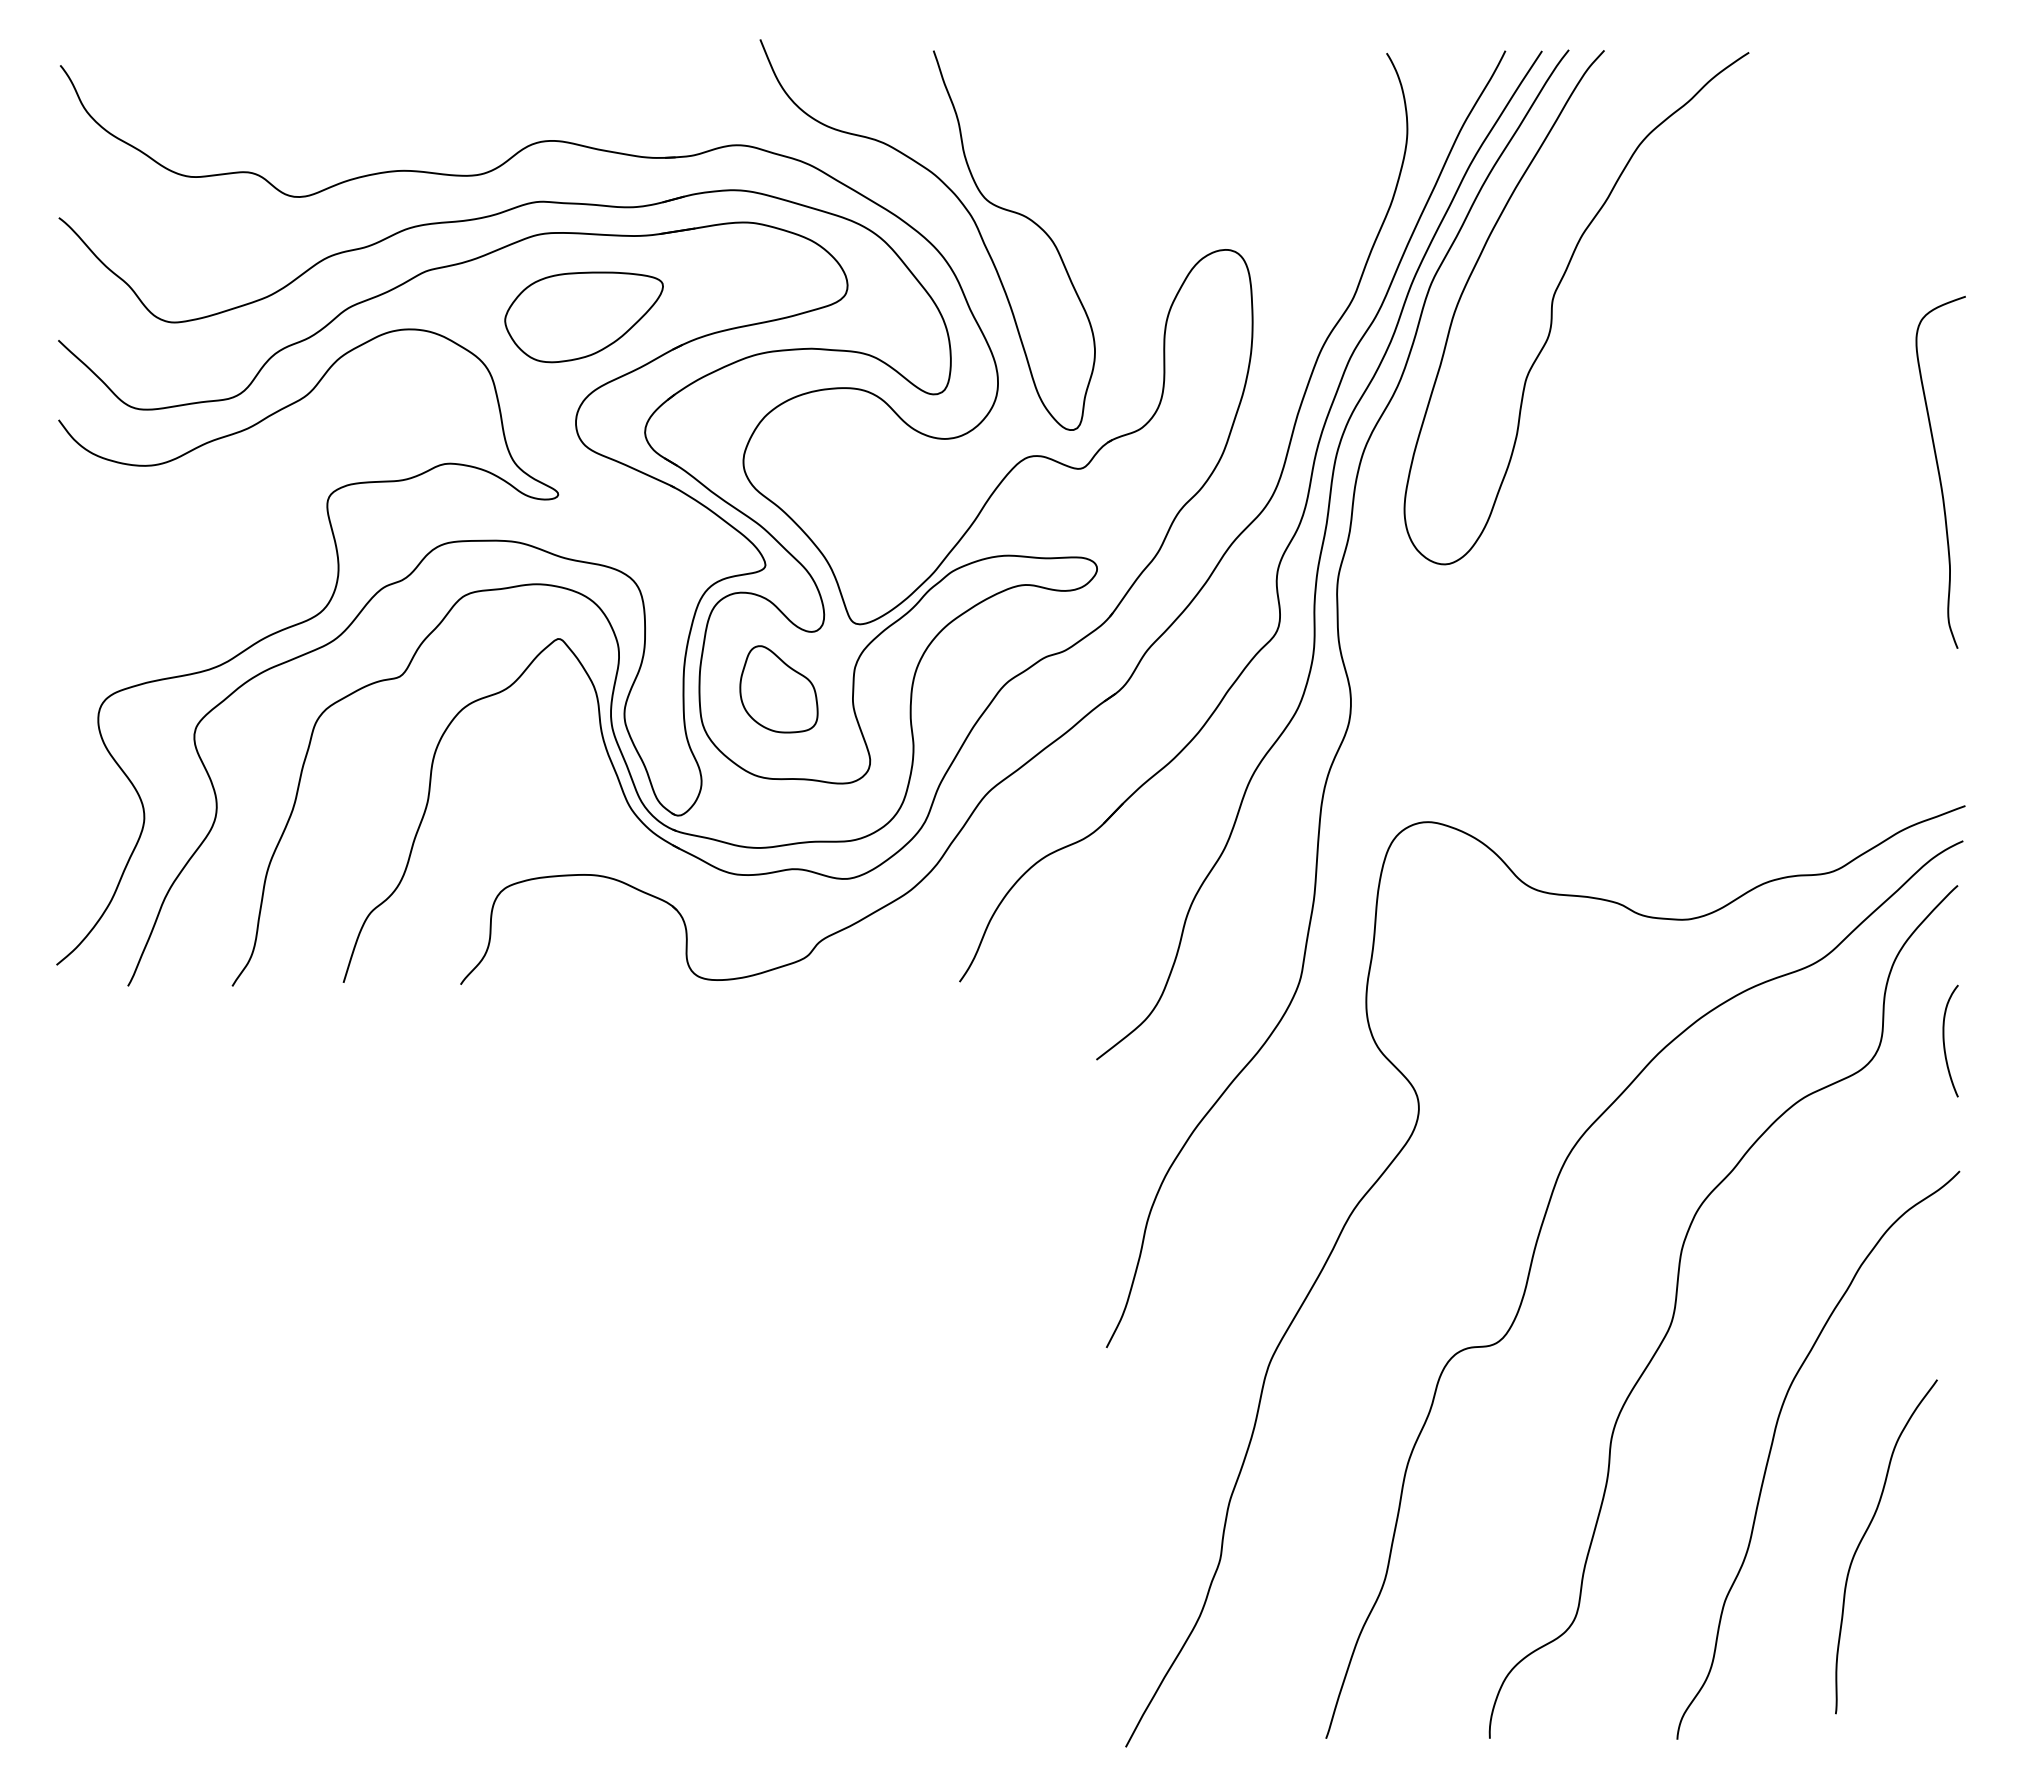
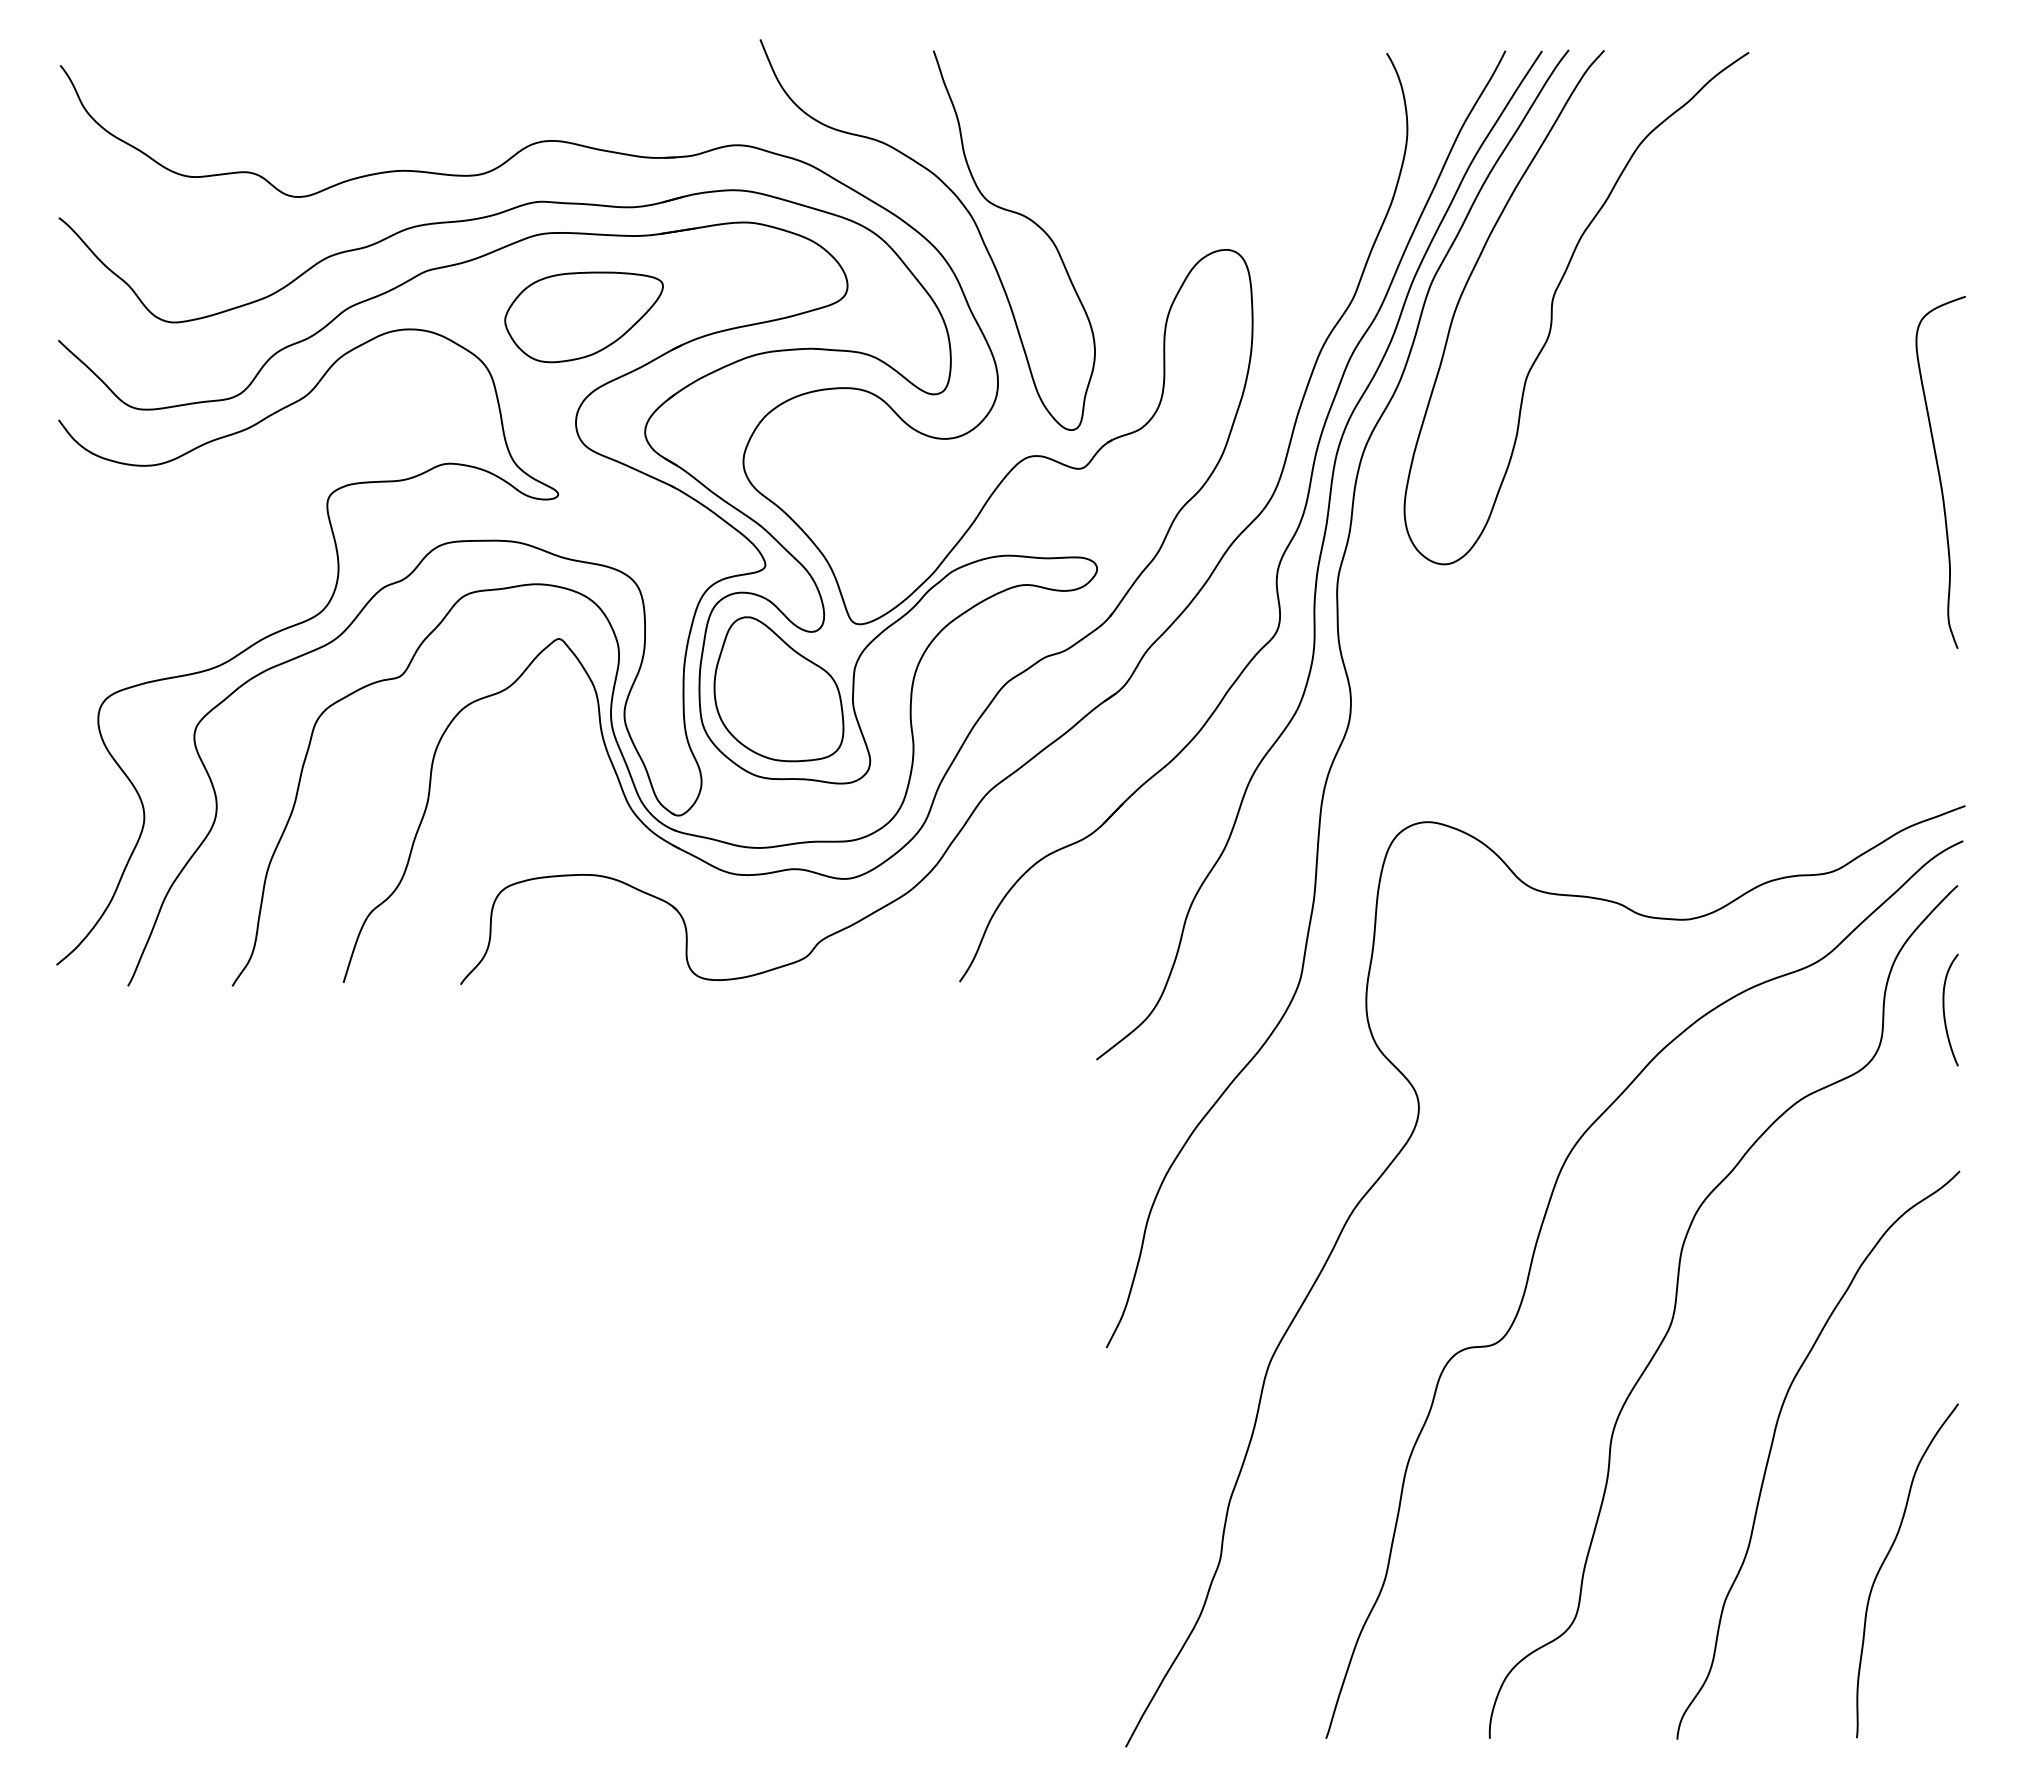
part at (778, 689) size: 80x89 px -> 132x147 px
curve at (1944, 1040) position: (1944, 1040) -> (1944, 1009)
curve at (1866, 1533) position: (1866, 1533) -> (1887, 1557)
